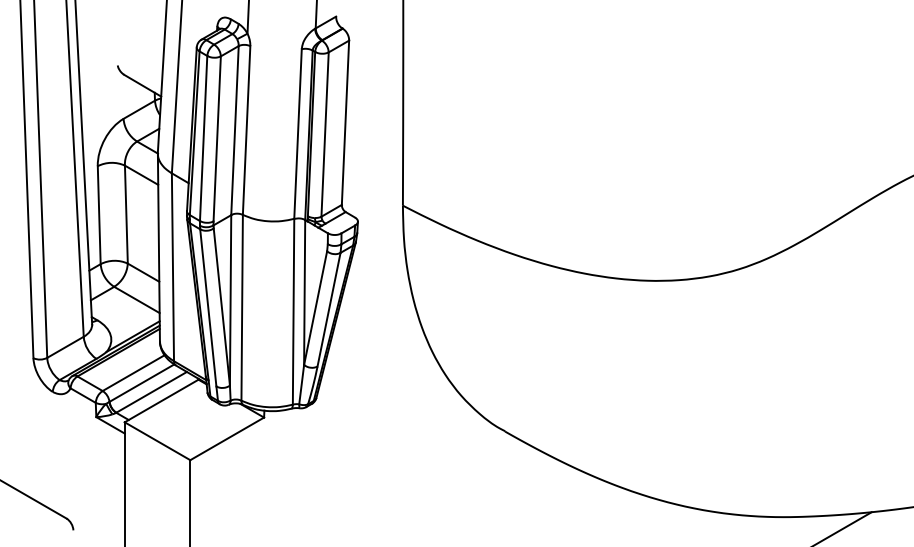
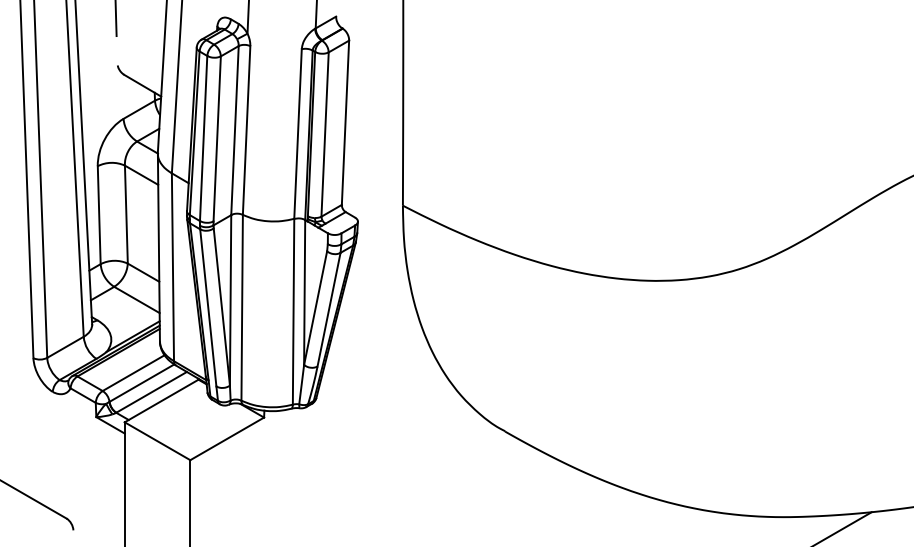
line at (115, 19): none -> present
